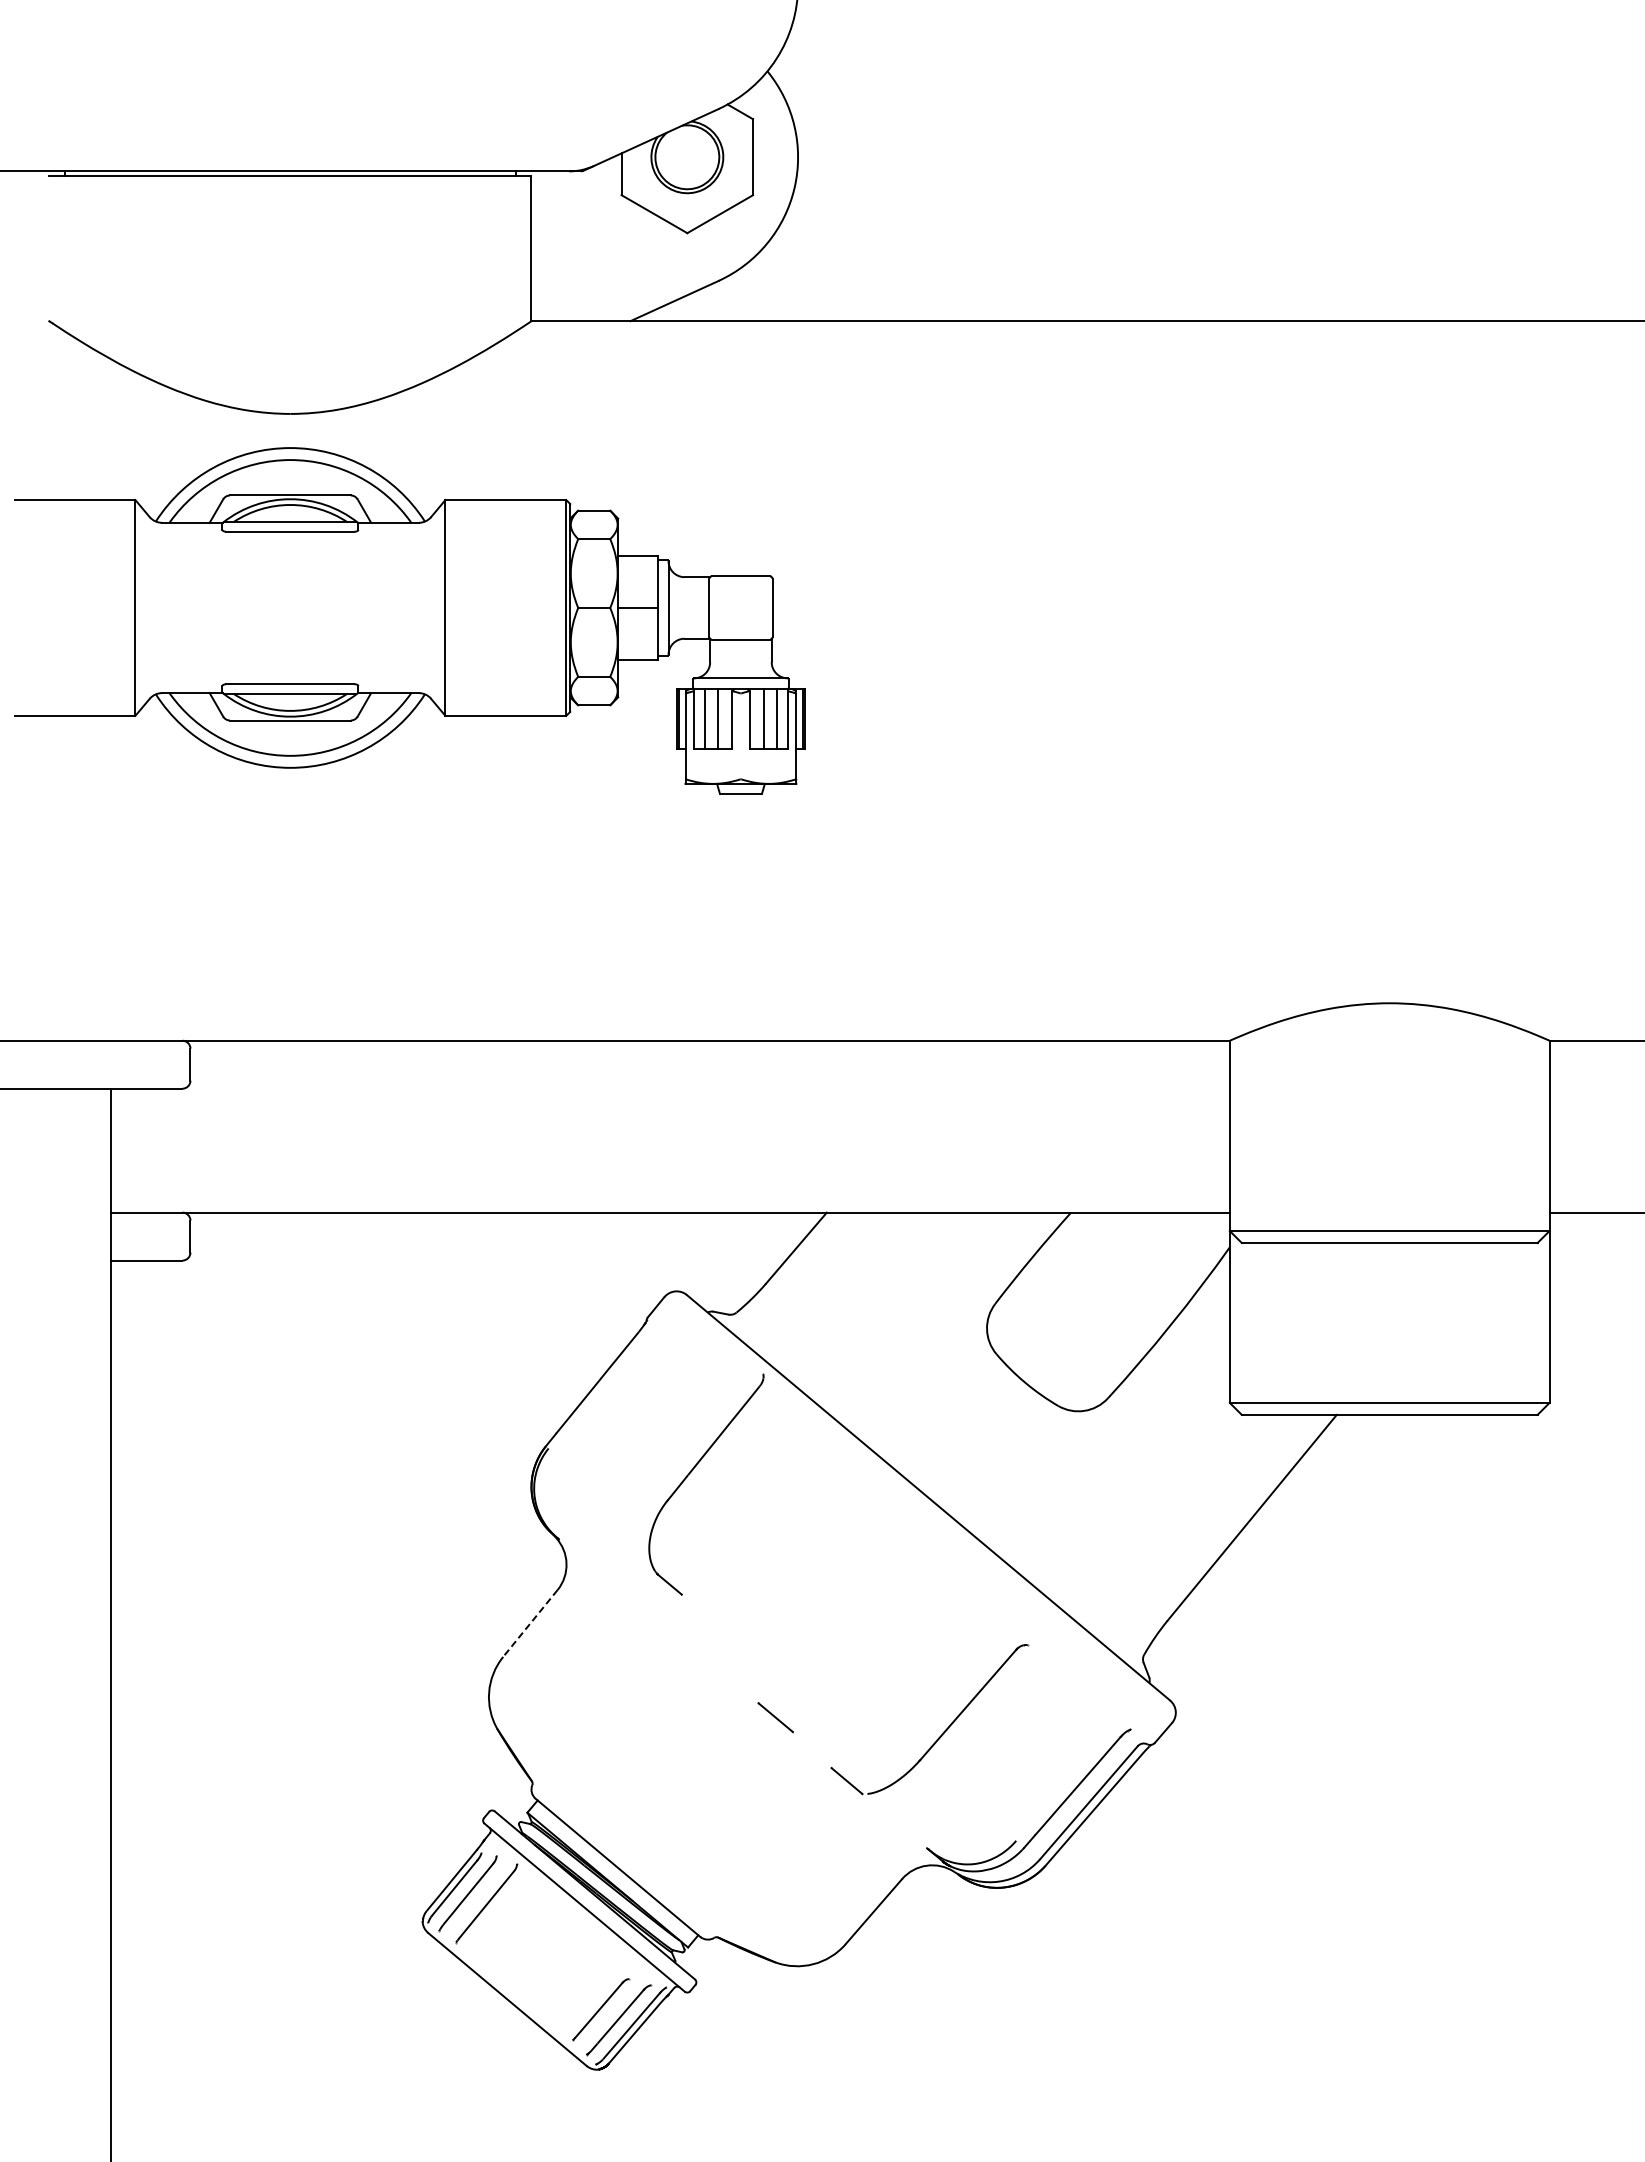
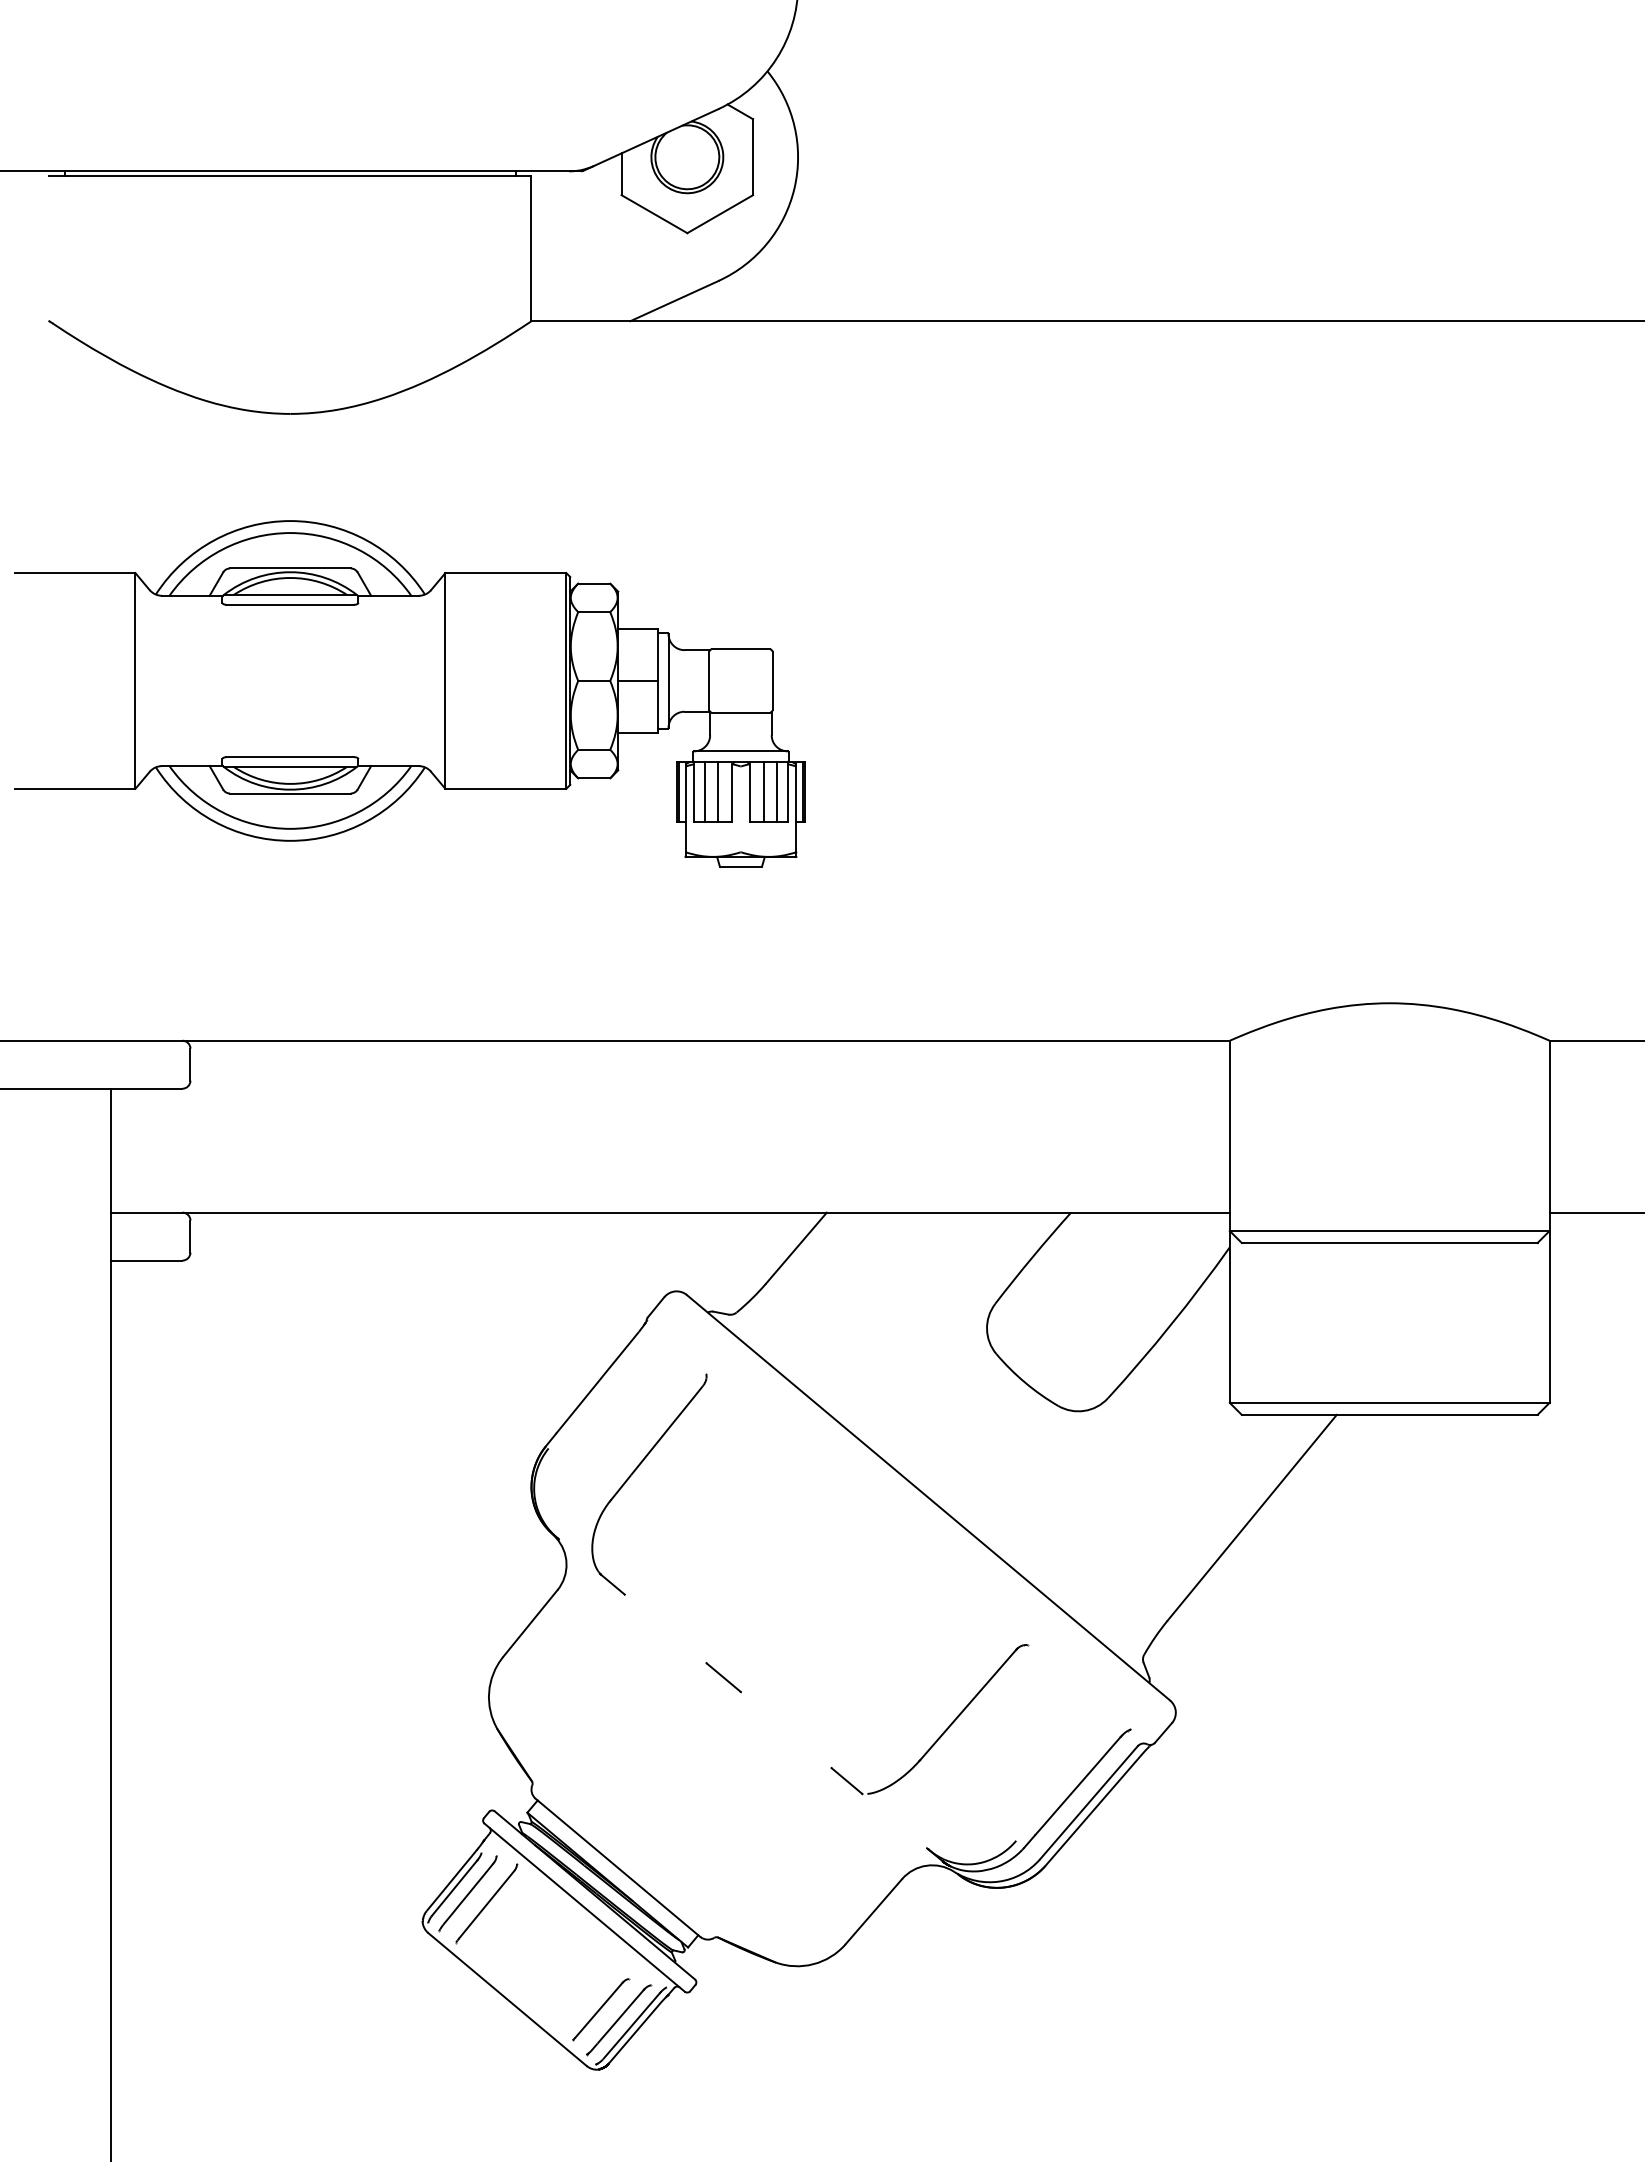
part at (409, 620) position: (409, 620) -> (409, 693)
part at (693, 1470) position: (693, 1470) -> (636, 1470)
line at (530, 1623): dashed -> solid
line at (775, 1717) position: (775, 1717) -> (723, 1677)
